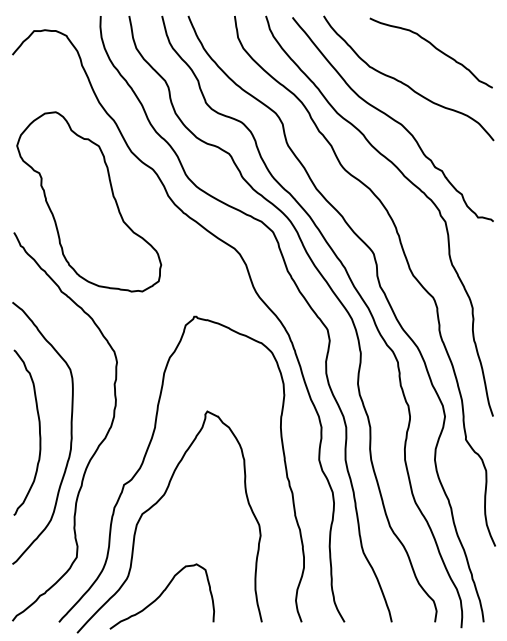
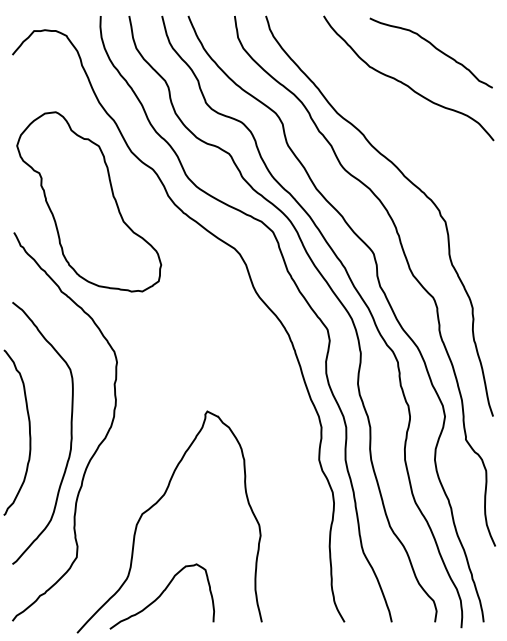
curve at (392, 119): present -> none
curve at (39, 432) position: (39, 432) -> (29, 432)
curve at (146, 455): present -> none
